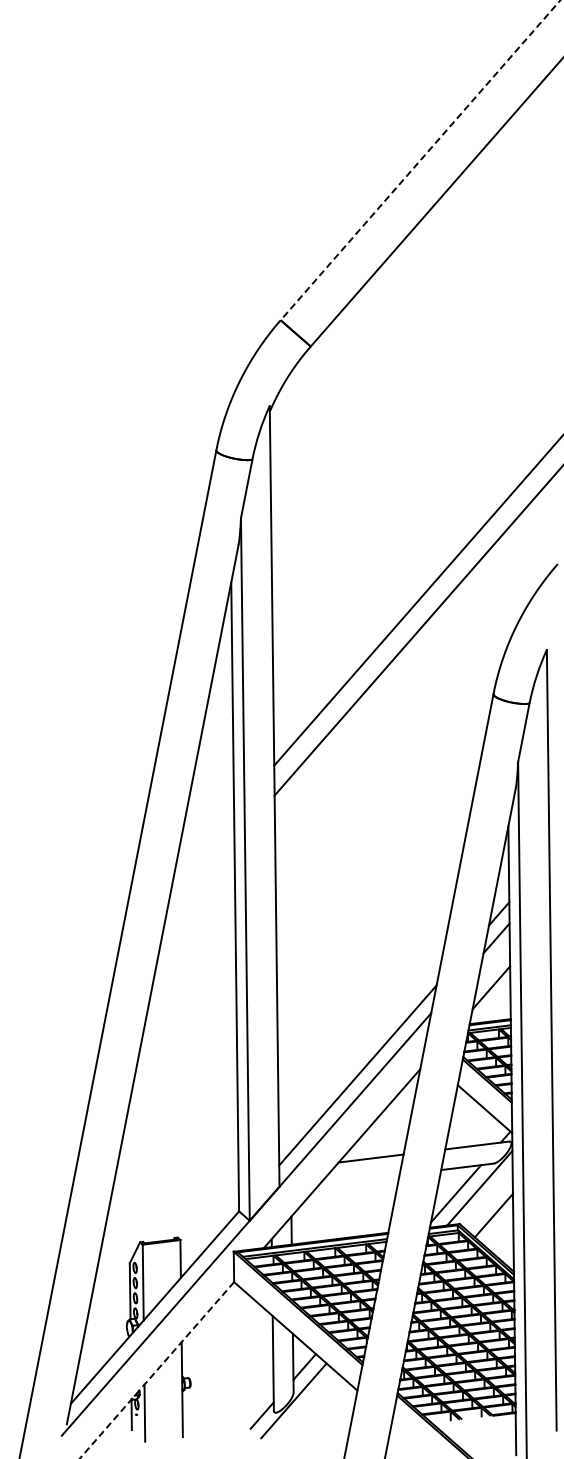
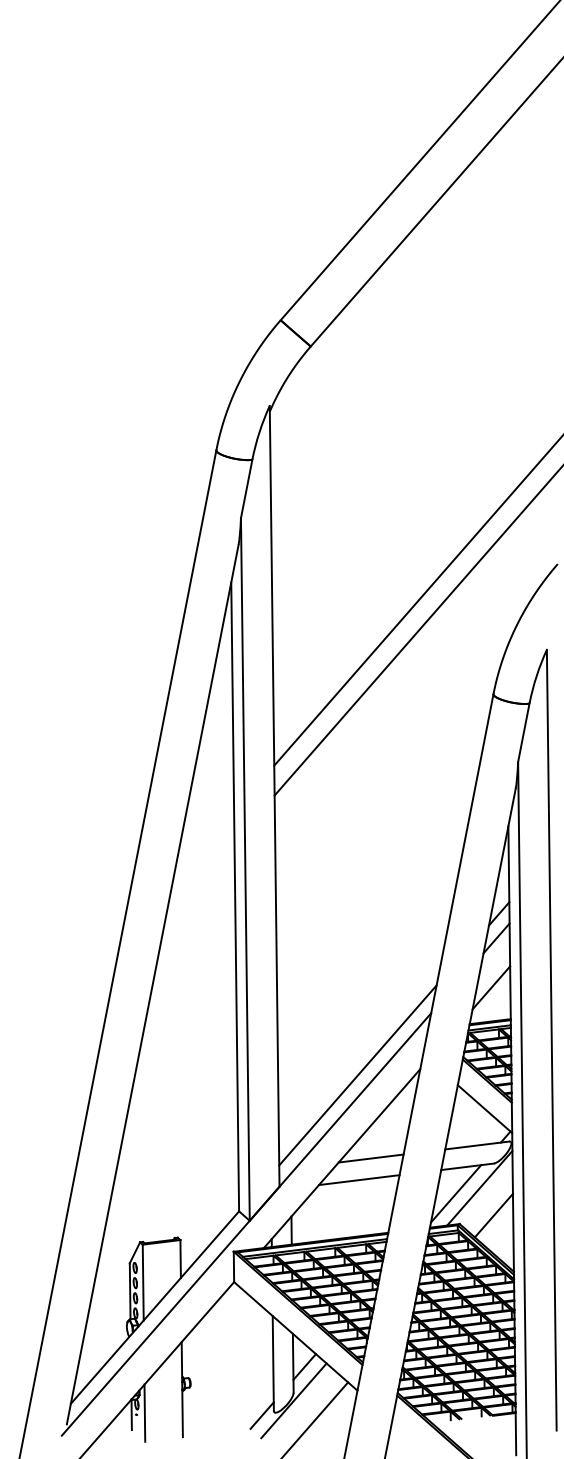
line at (420, 160): dashed -> solid
line at (358, 1180): none -> present
line at (156, 1370): dashed -> solid
line at (316, 1418): none -> present
